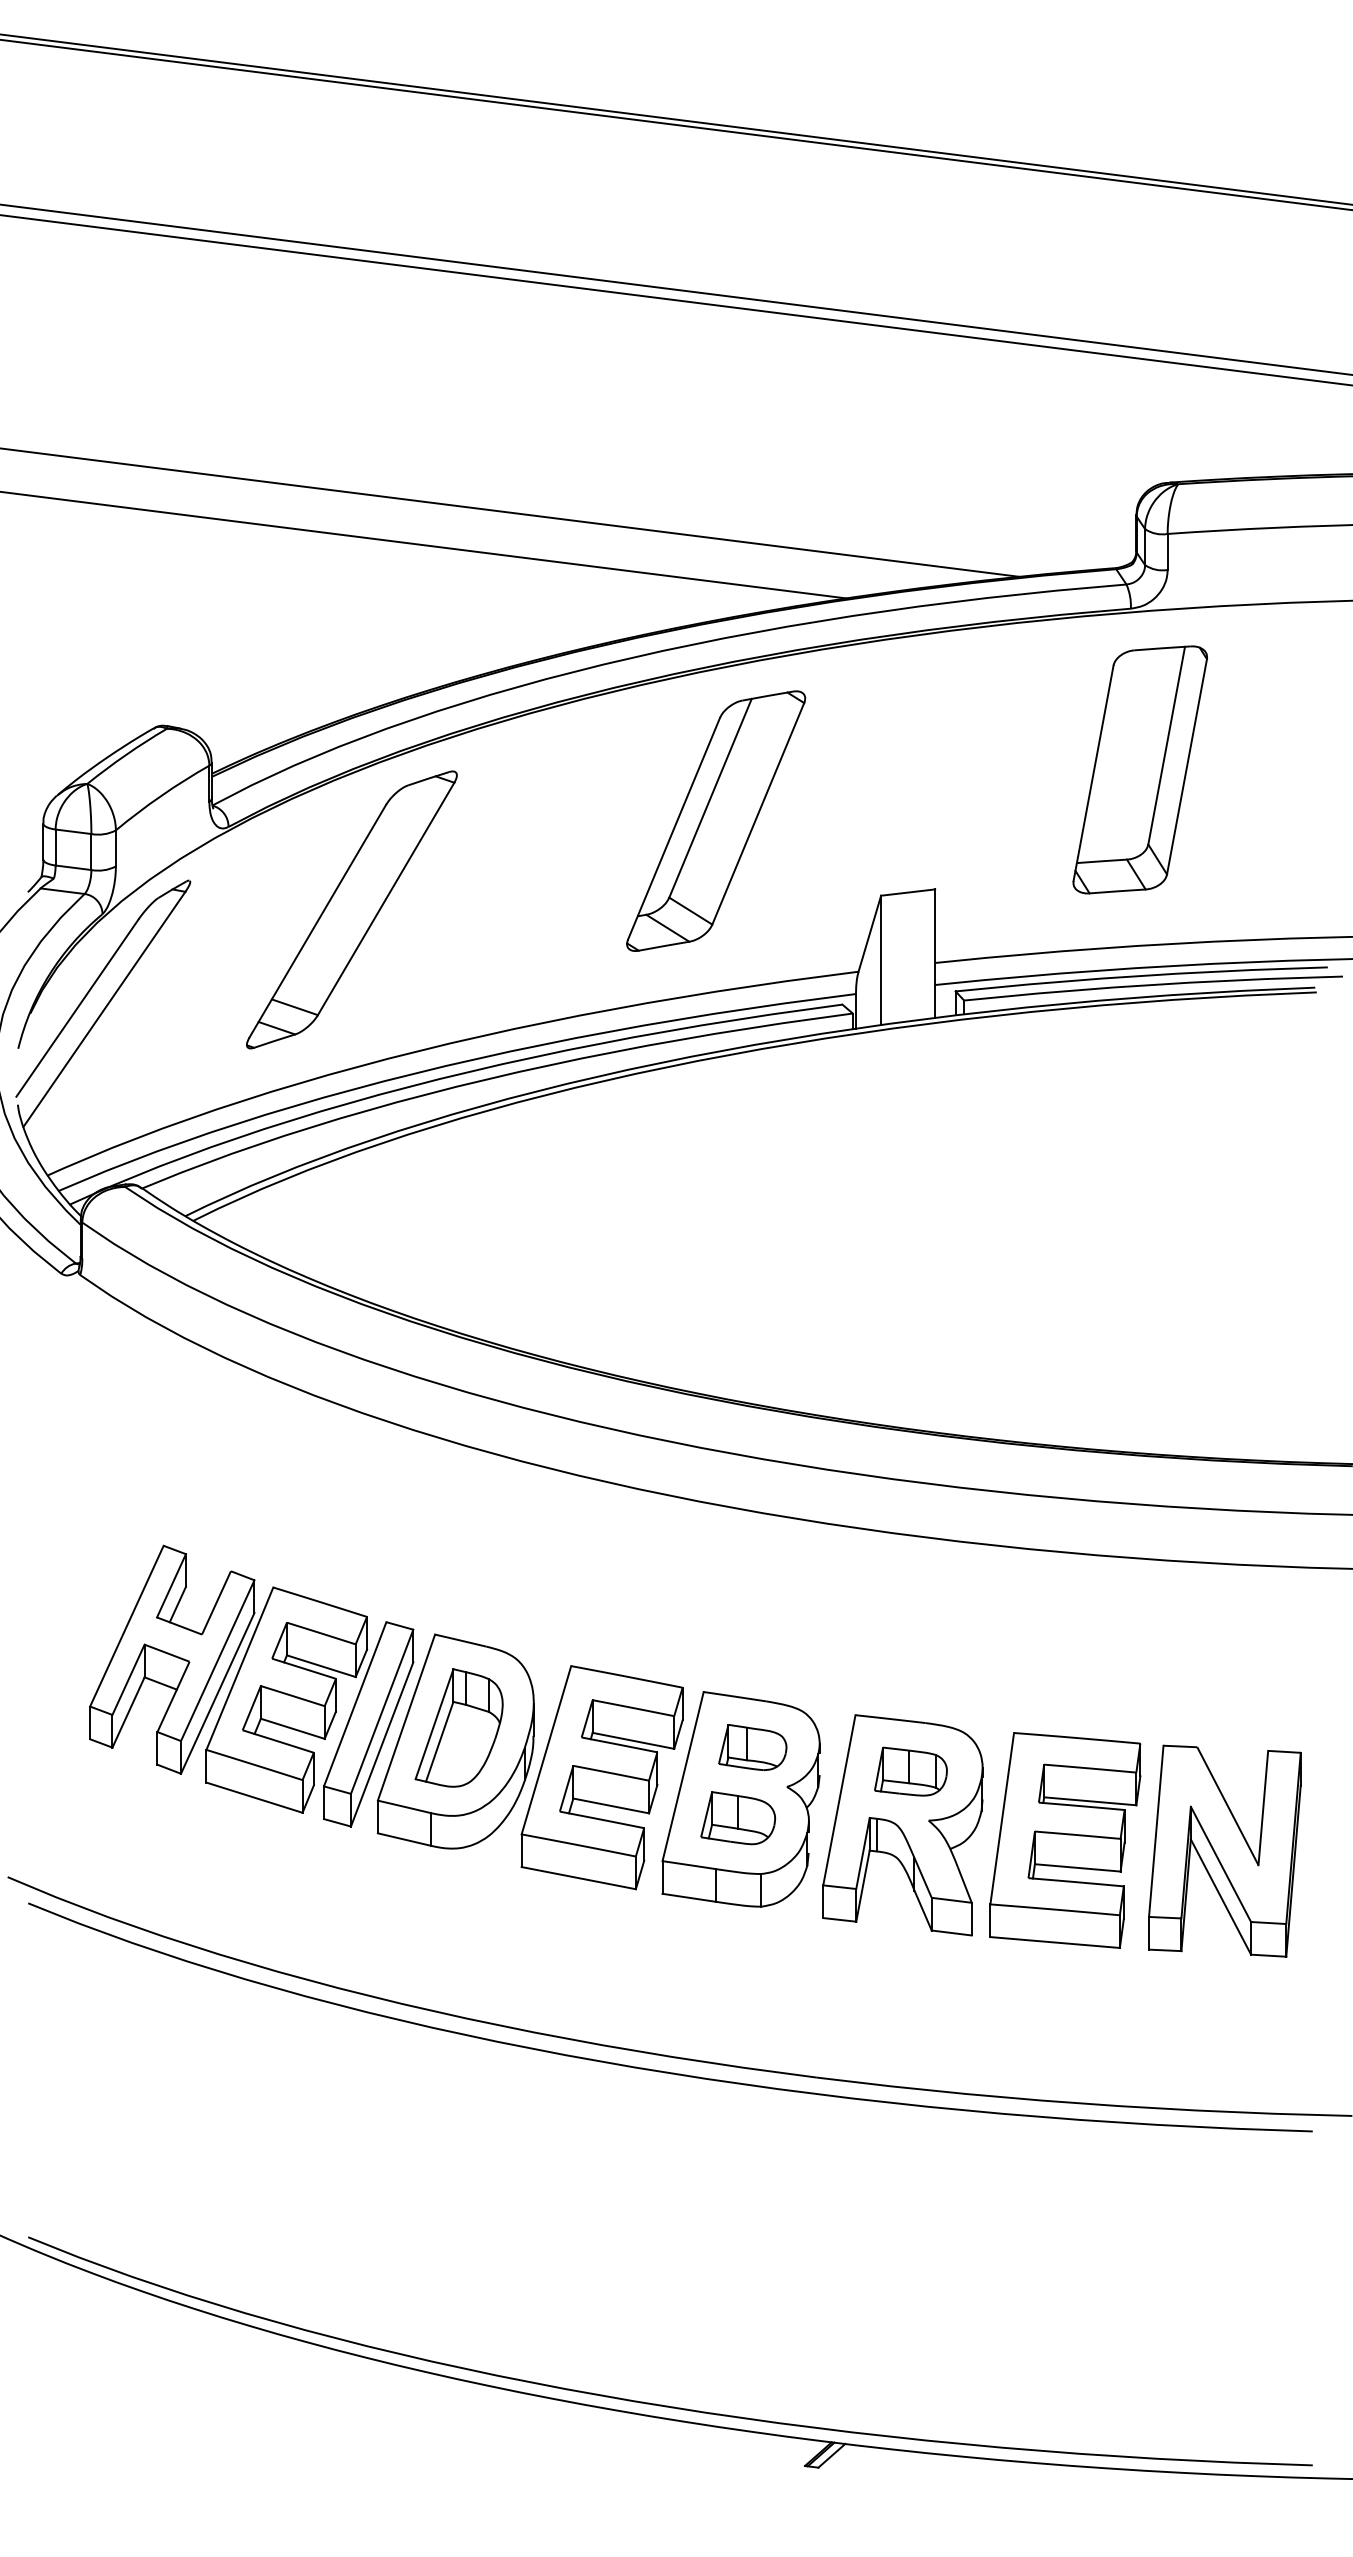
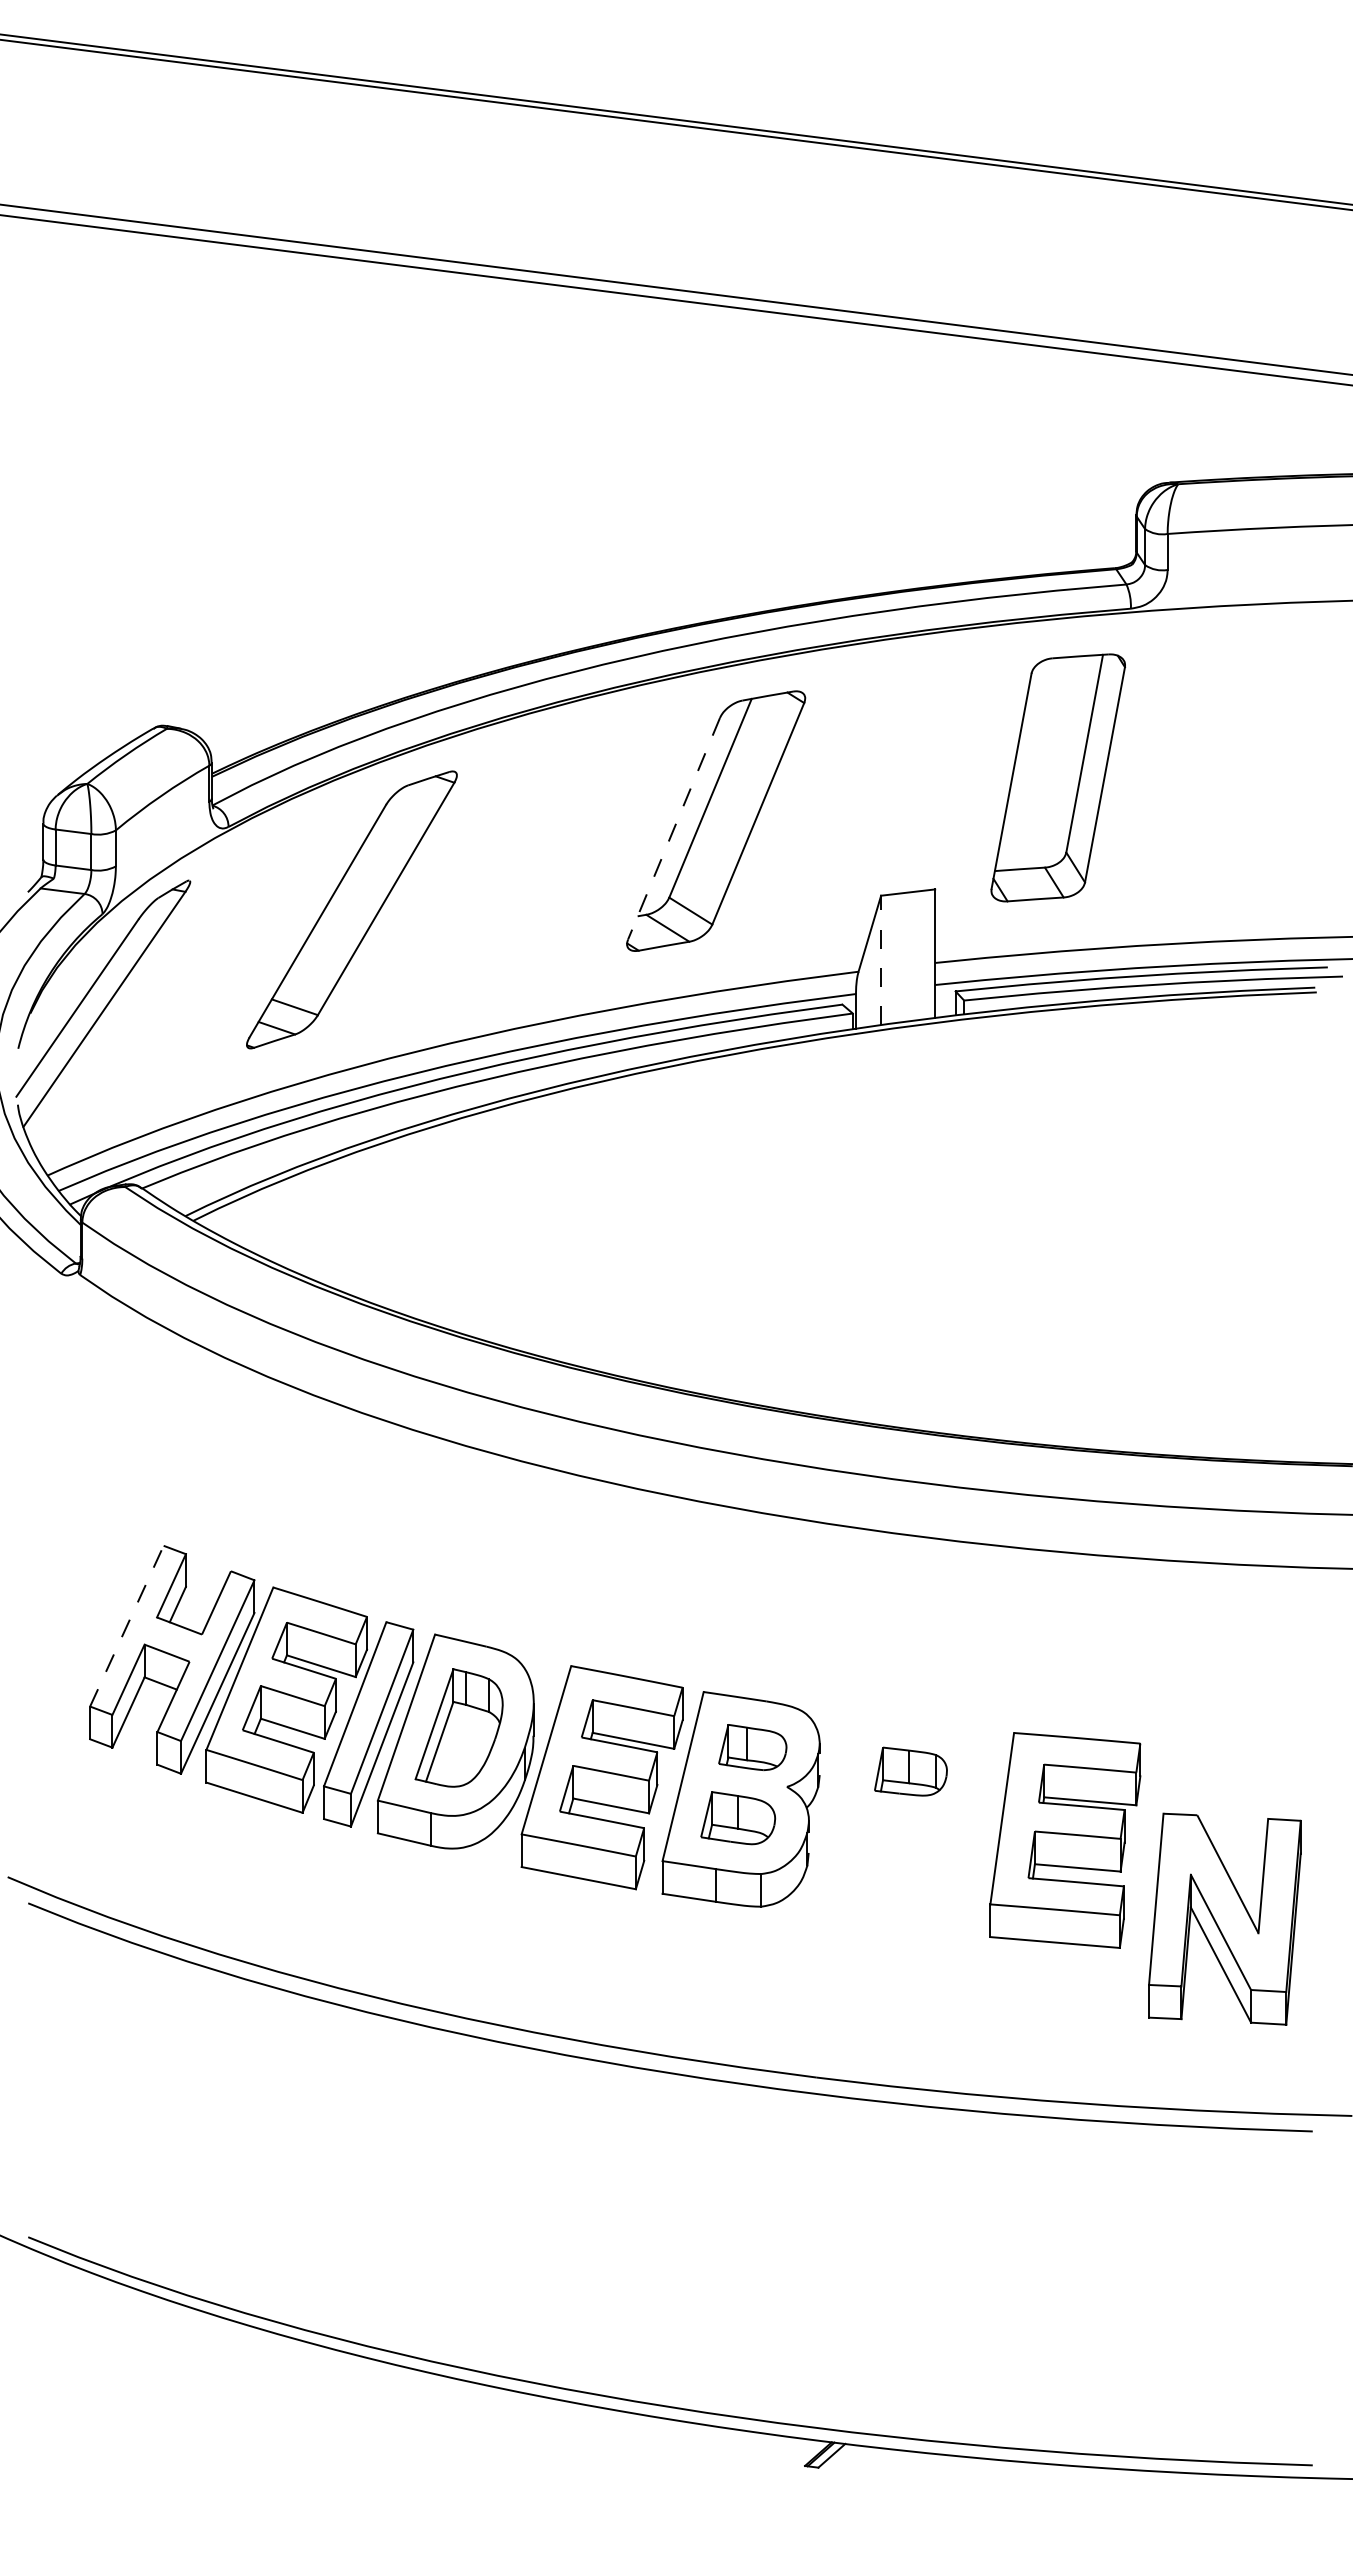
line at (510, 512): present -> none
line at (424, 545): present -> none
part at (1139, 769) position: (1139, 769) -> (1057, 777)
line at (674, 828): solid -> dashed
line at (881, 960): solid -> dashed
line at (127, 1625): solid -> dashed
part at (902, 1825): present -> none
part at (1224, 1850) position: (1224, 1850) -> (1224, 1918)
